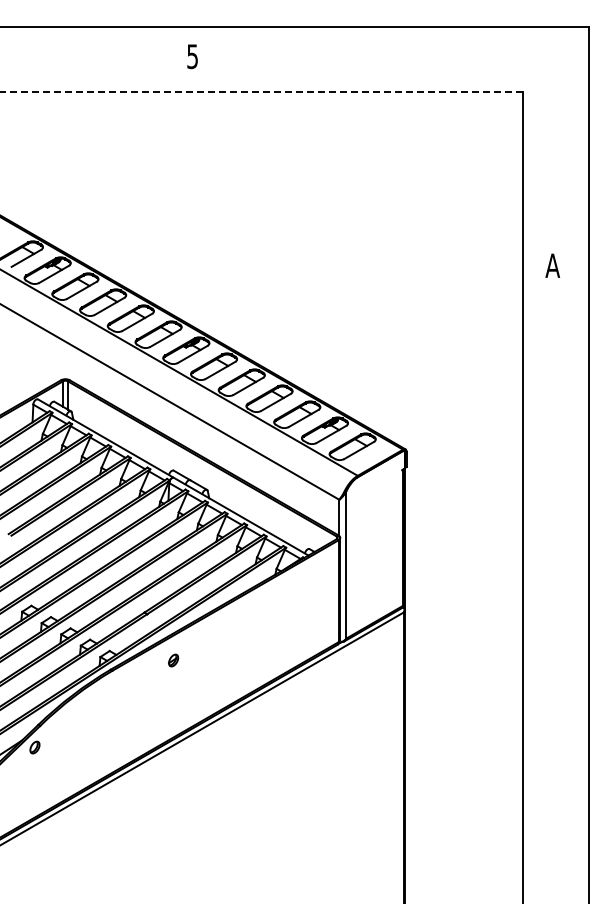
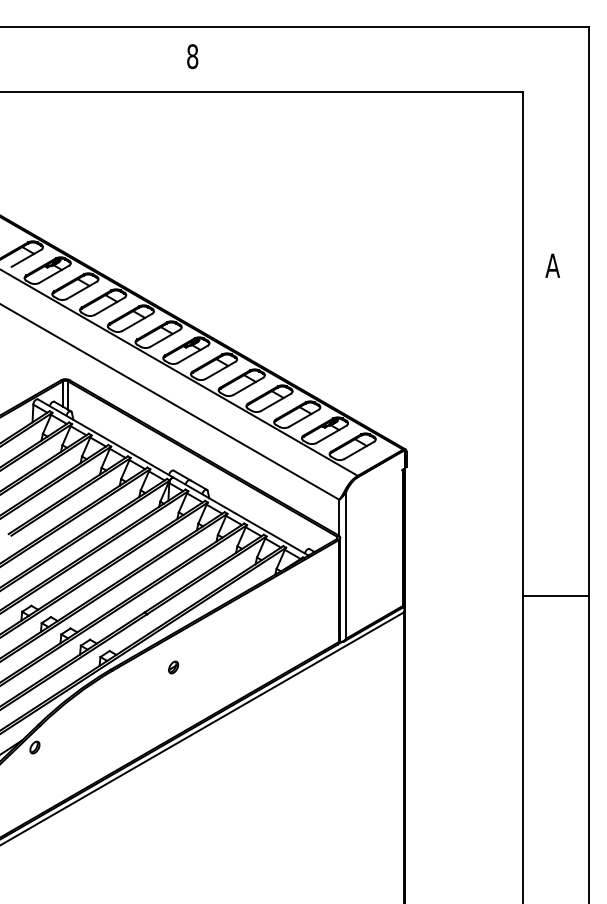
text at (192, 56): 5 -> 8
line at (261, 92): dashed -> solid
line at (555, 595): none -> present
part at (173, 660) position: (173, 660) -> (173, 667)
